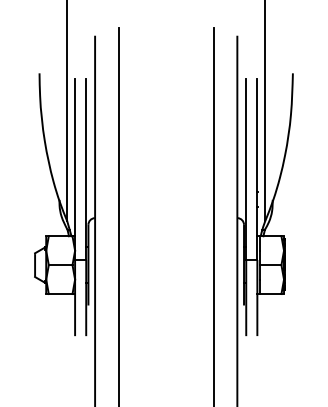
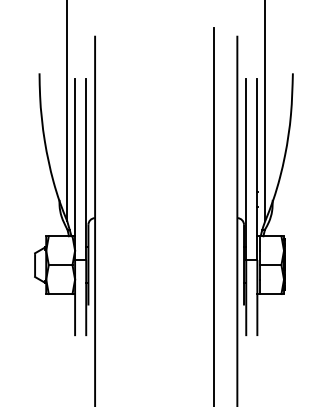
line at (118, 215): present -> none
